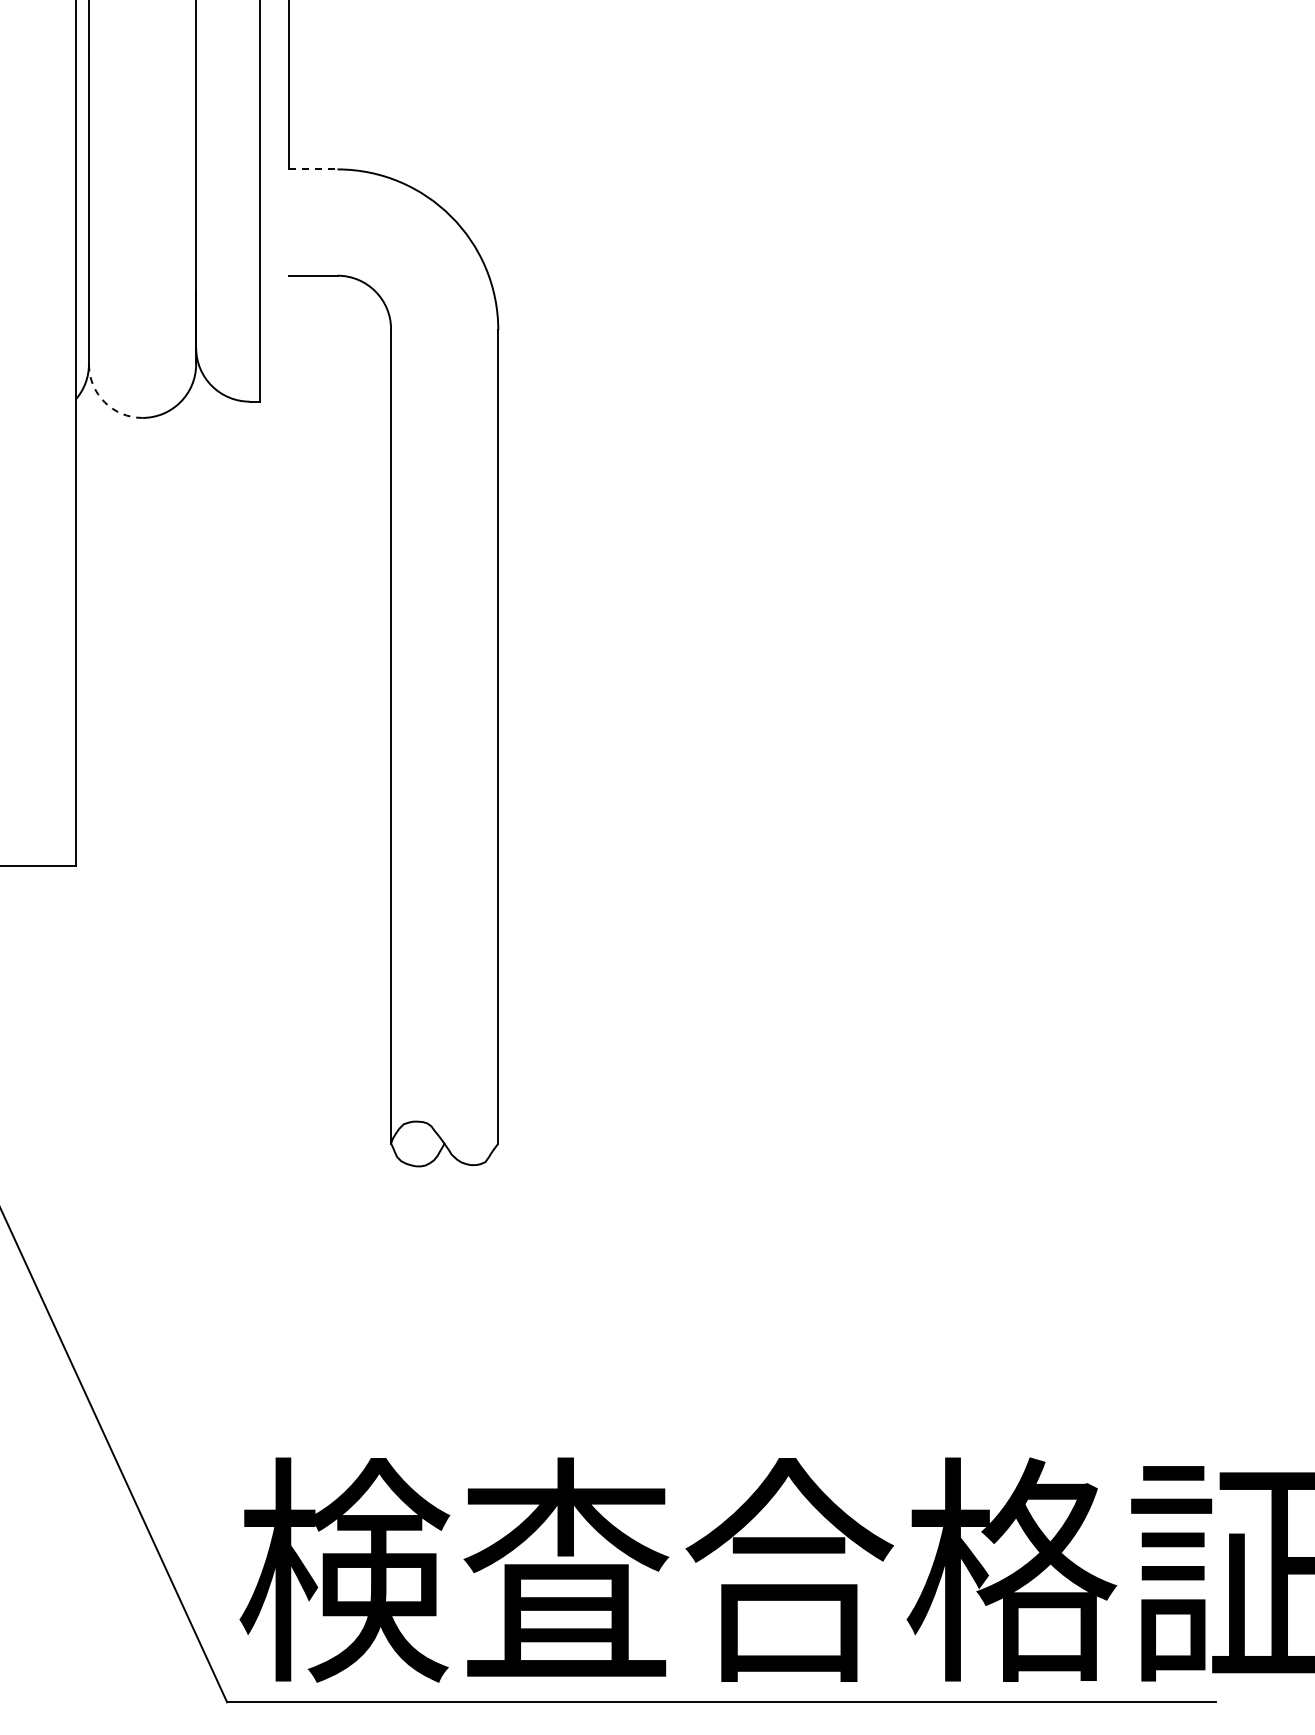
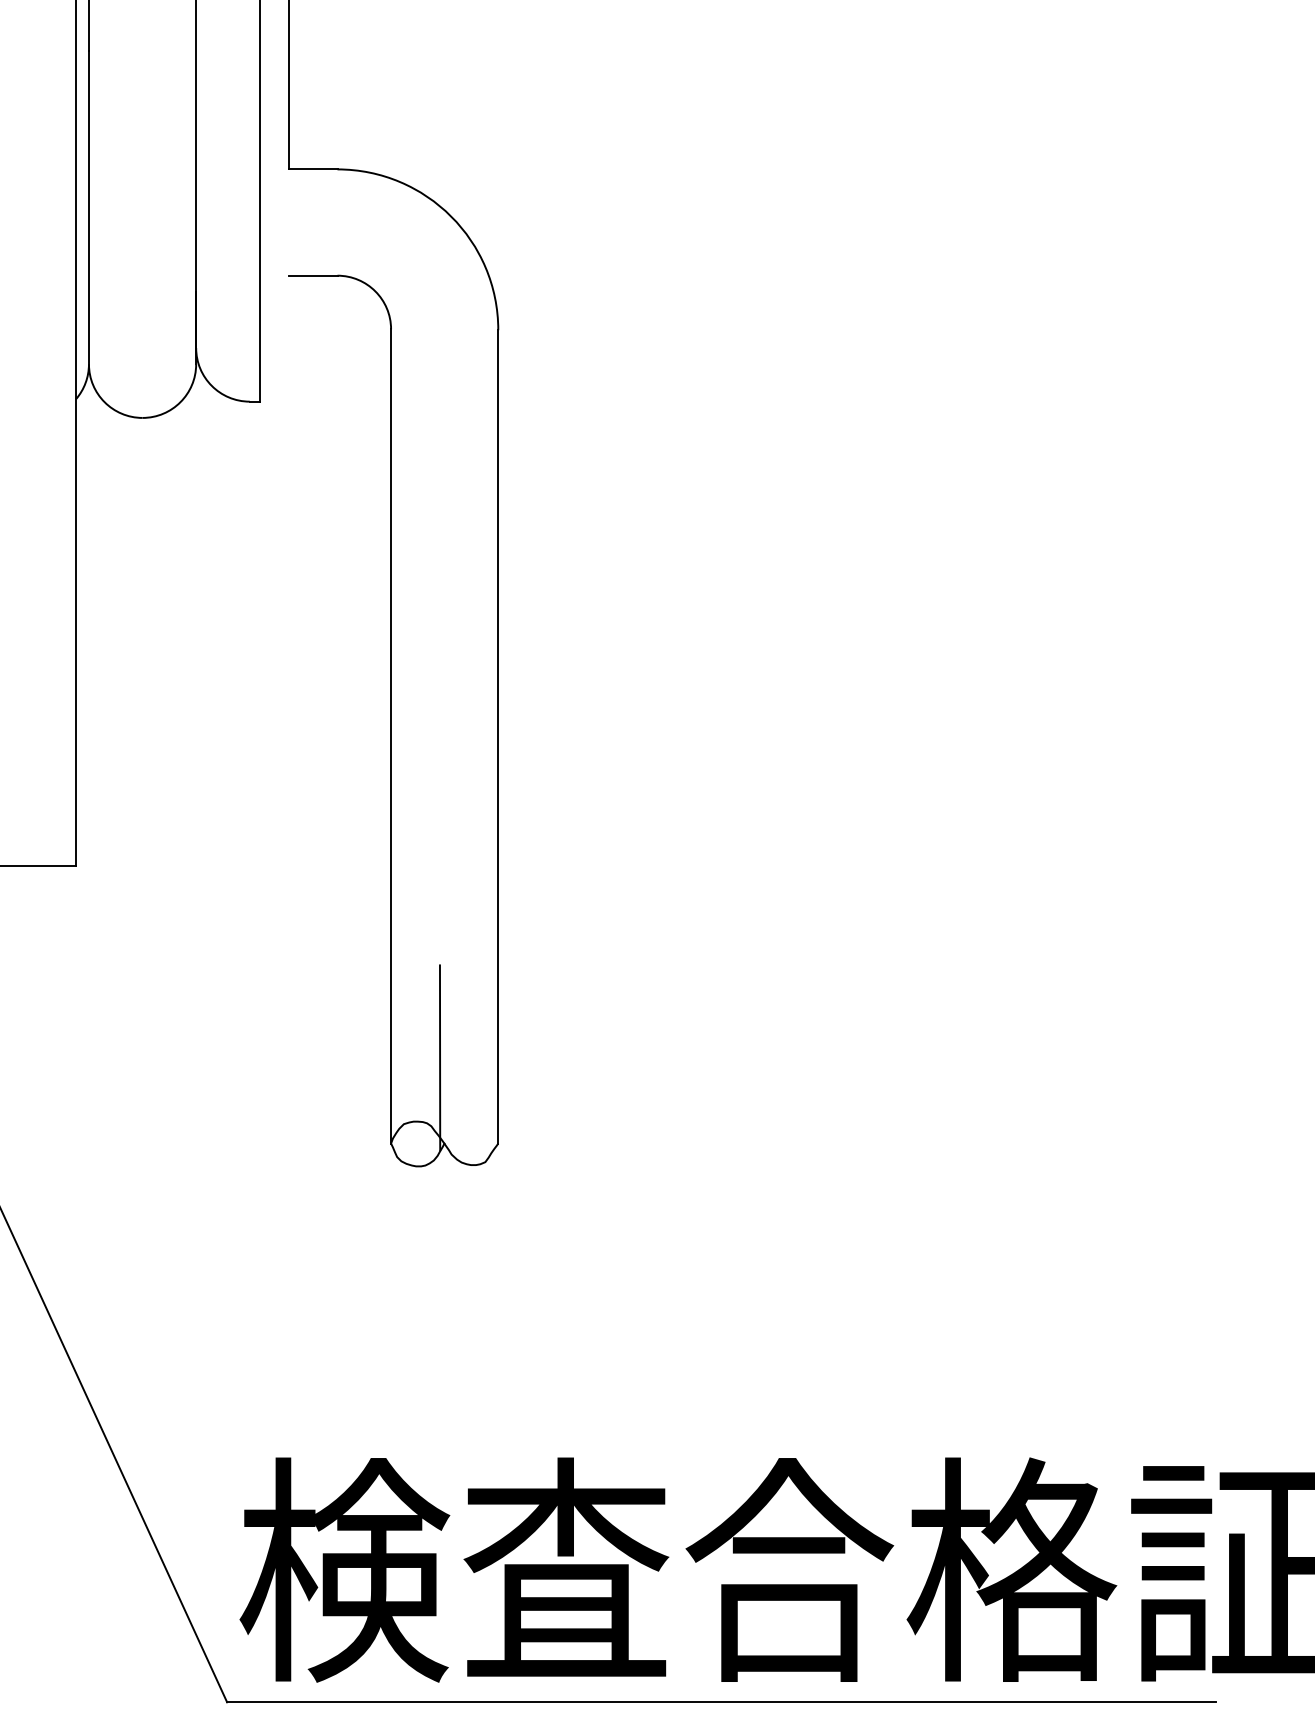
line at (313, 169): dashed -> solid
arc at (104, 402): dashed -> solid
line at (439, 1057): none -> present
